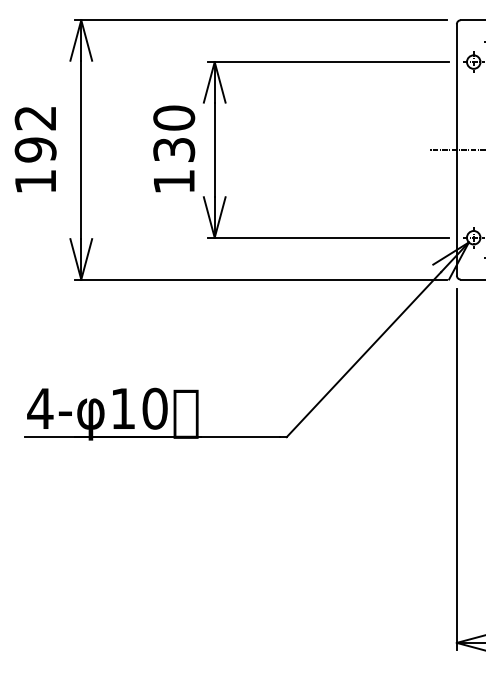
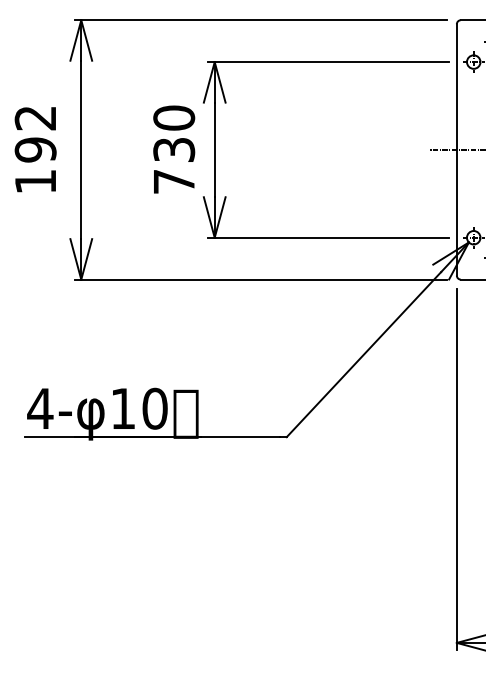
text at (174, 181): 130 -> 730
